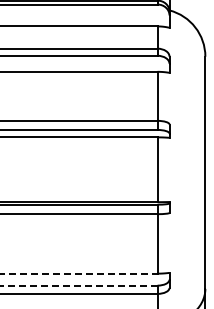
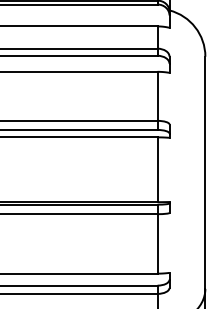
line at (78, 273): dashed -> solid
line at (78, 285): dashed -> solid
